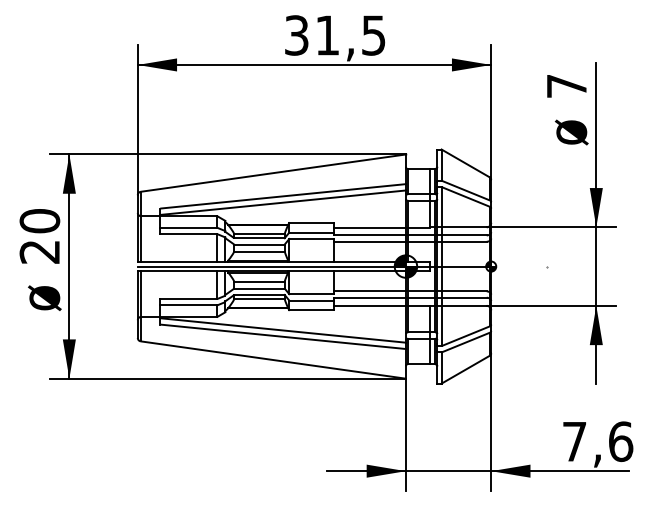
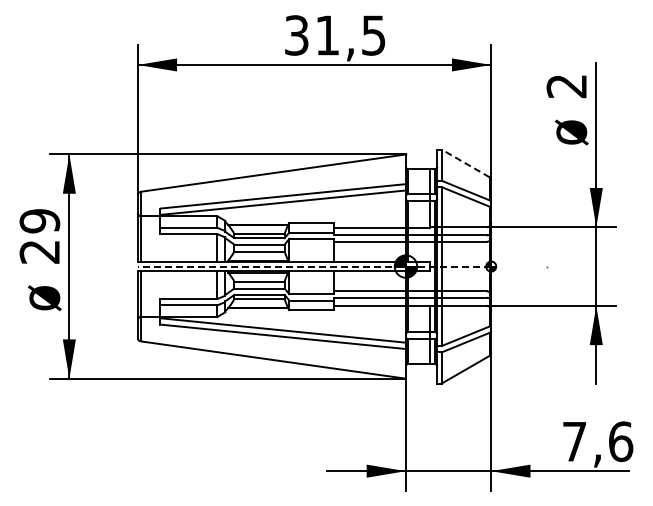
text at (566, 86): 7 -> 2
line at (465, 163): solid -> dashed
text at (39, 221): 20 -> 29
line at (314, 266): solid -> dashed
